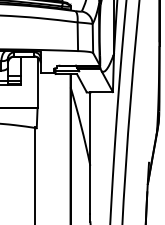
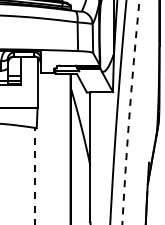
arc at (129, 111): solid -> dashed
line at (35, 175): solid -> dashed
